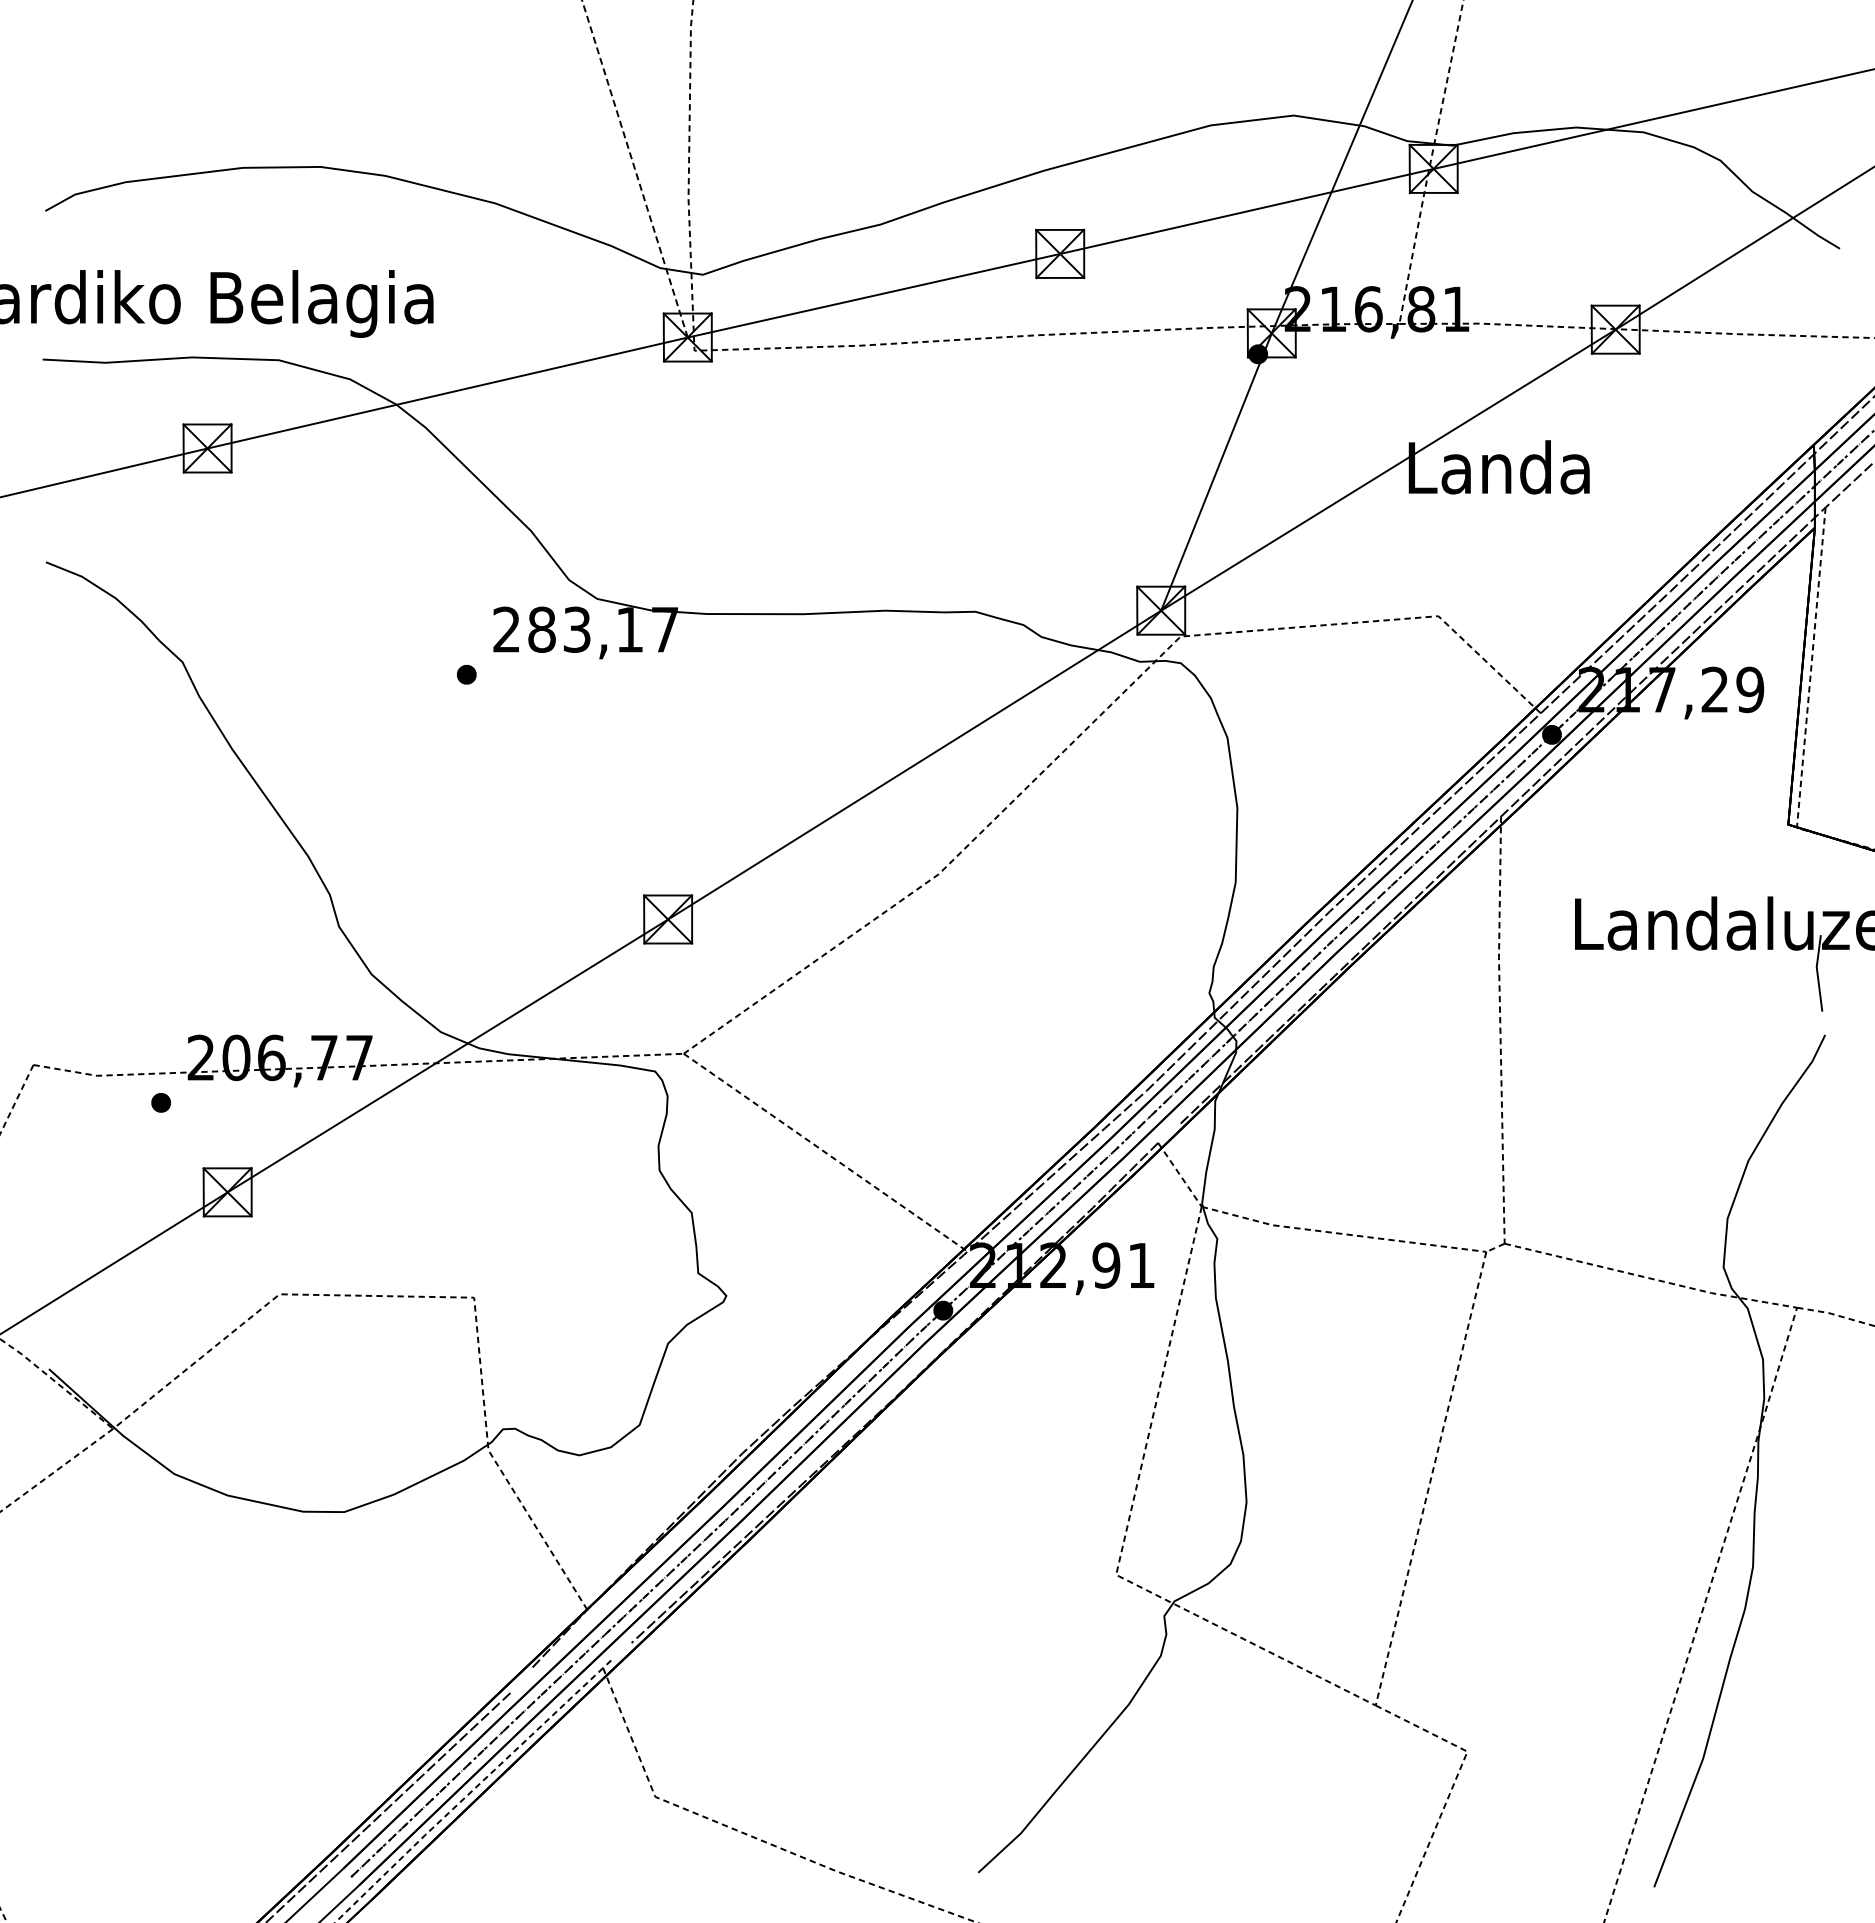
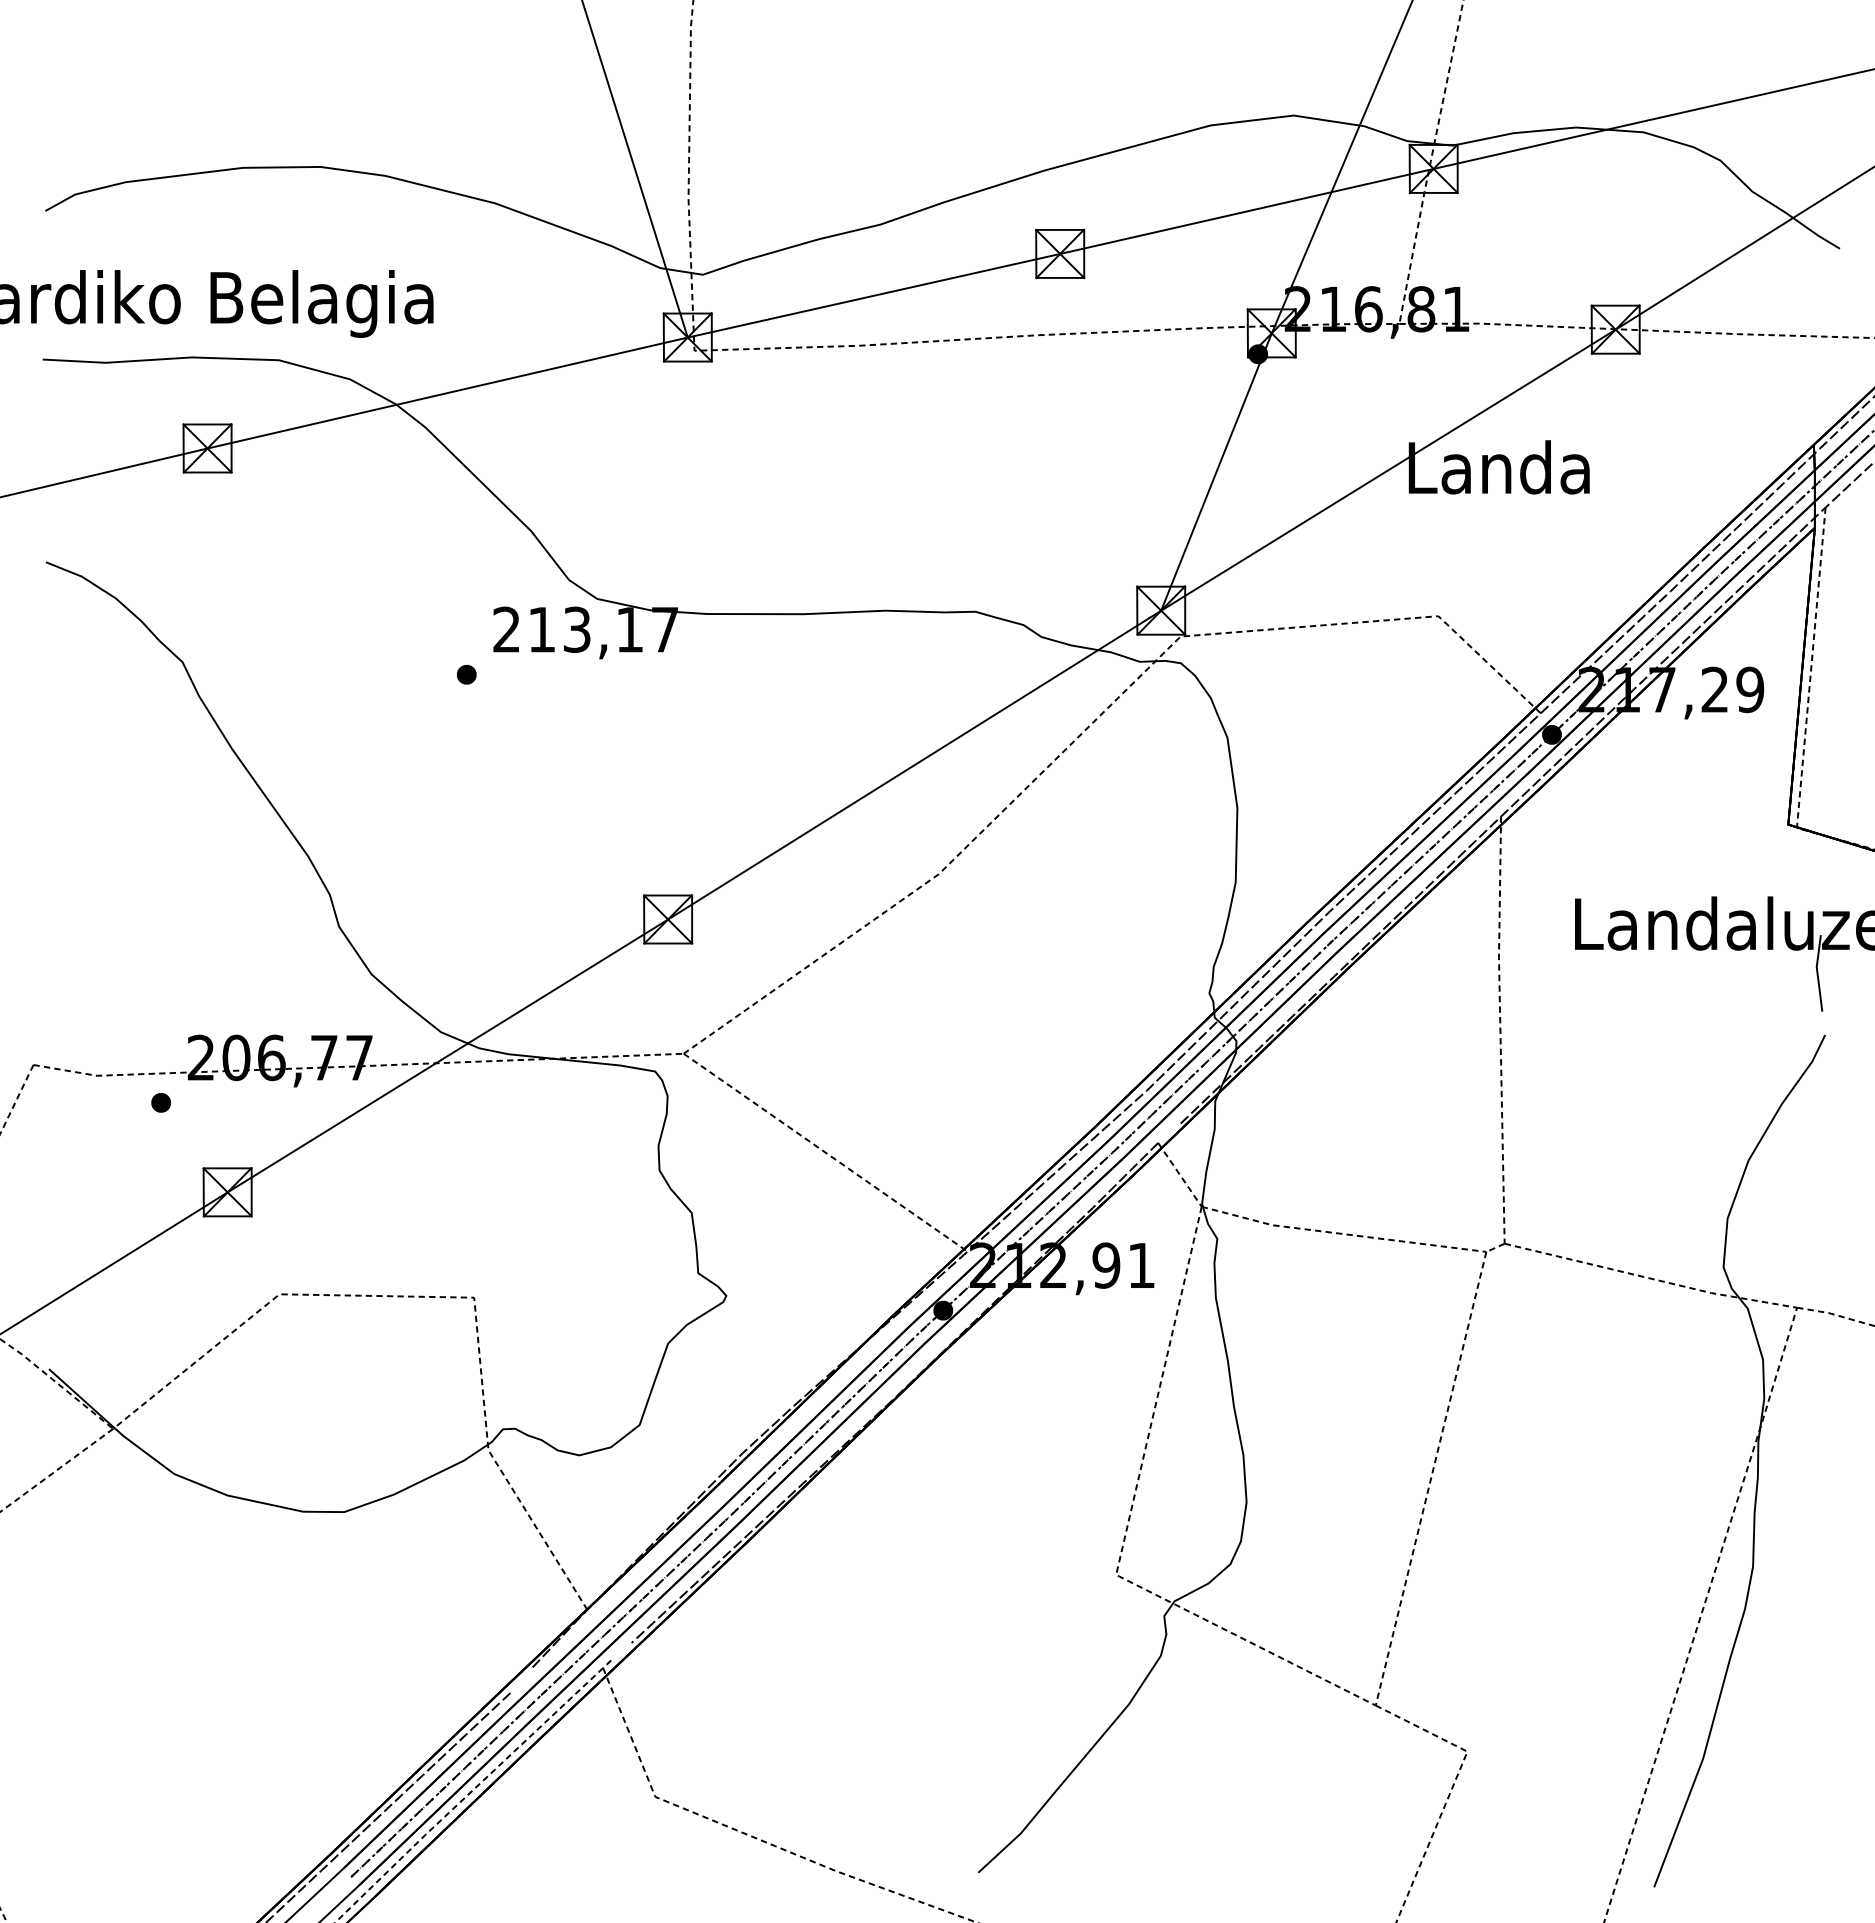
line at (634, 169): dashed -> solid
text at (541, 629): 283,17 -> 213,17
